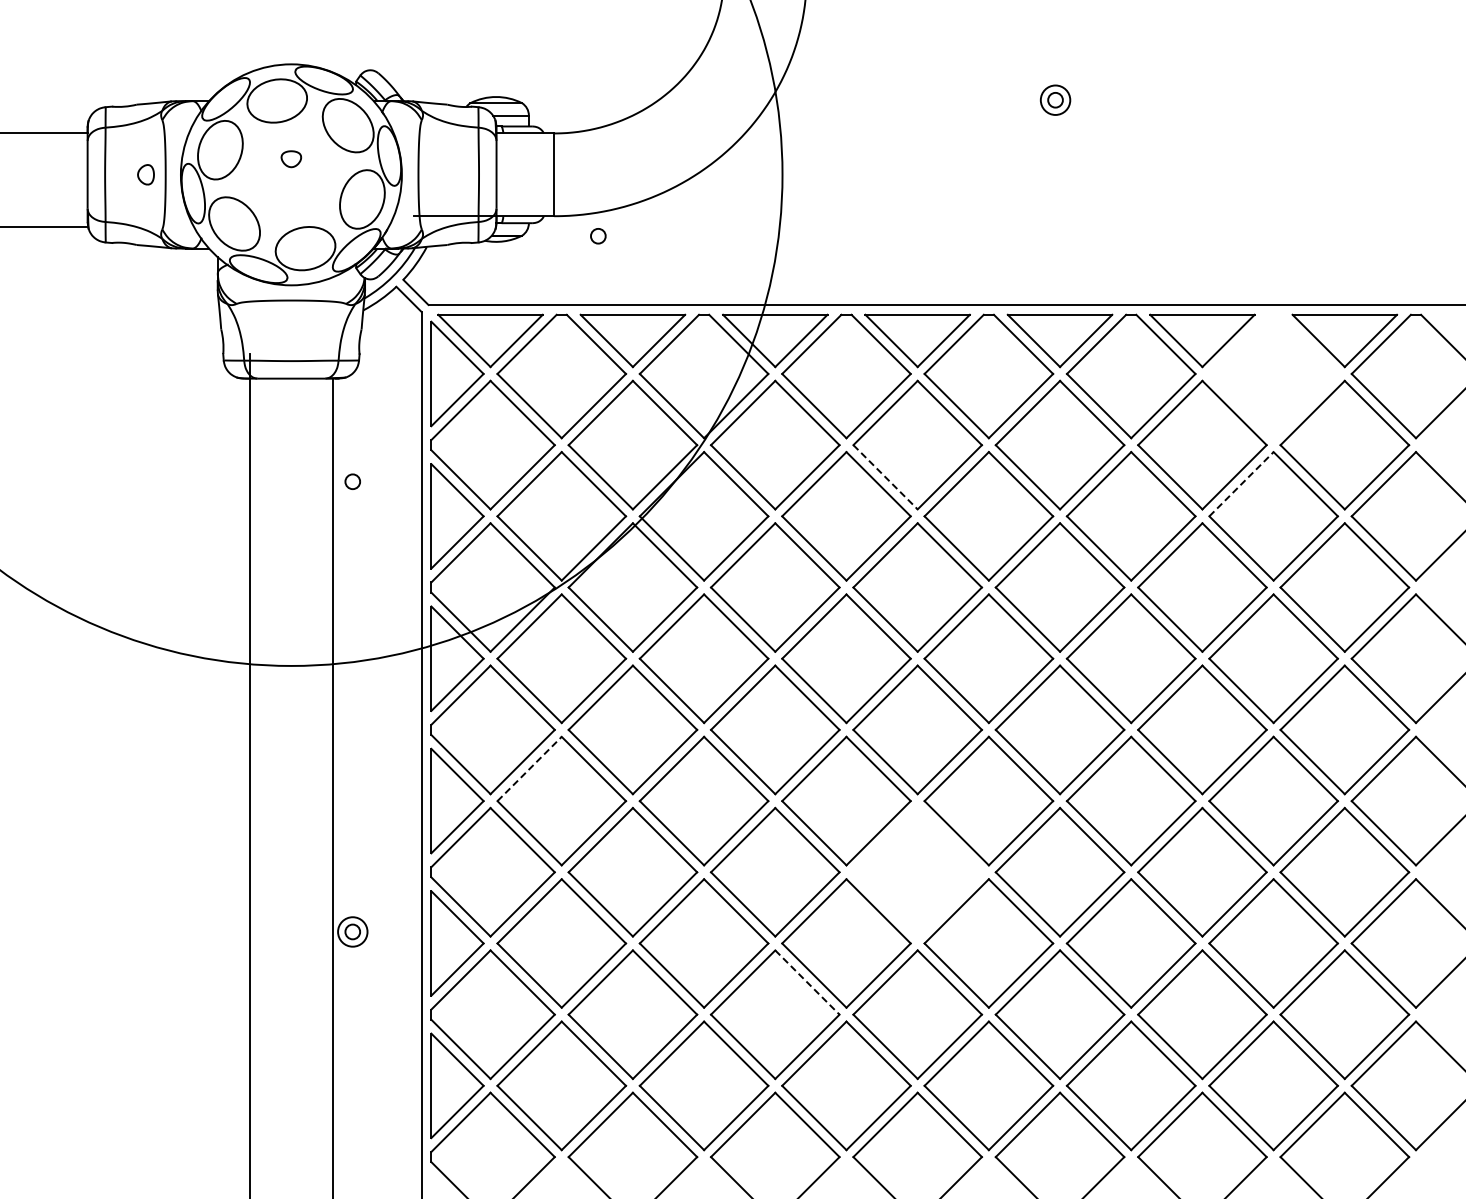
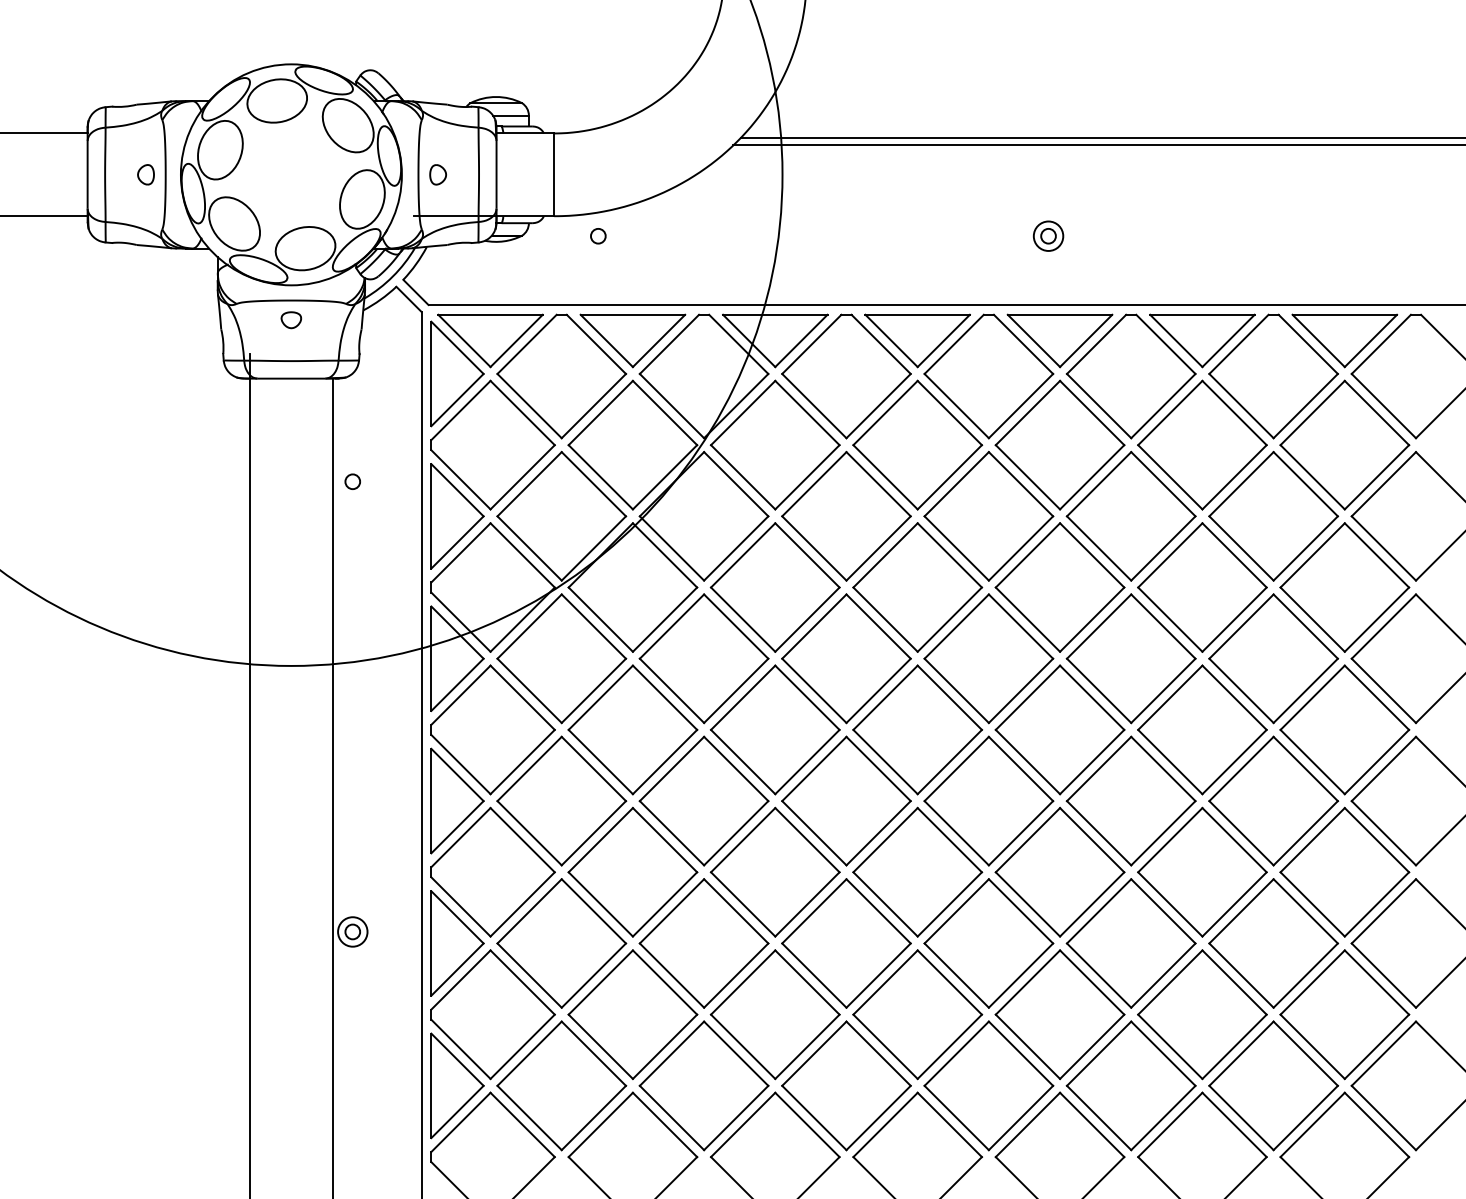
part at (1055, 99) position: (1055, 99) -> (1048, 235)
line at (1101, 138): none -> present
line at (1097, 145): none -> present
part at (291, 159) position: (291, 159) -> (291, 320)
part at (437, 174): none -> present
line at (44, 227) position: (44, 227) -> (44, 216)
part at (1273, 376): none -> present
line at (885, 477): dashed -> solid
line at (1241, 483): dashed -> solid
line at (529, 768): dashed -> solid
part at (917, 871): none -> present
line at (807, 982): dashed -> solid
